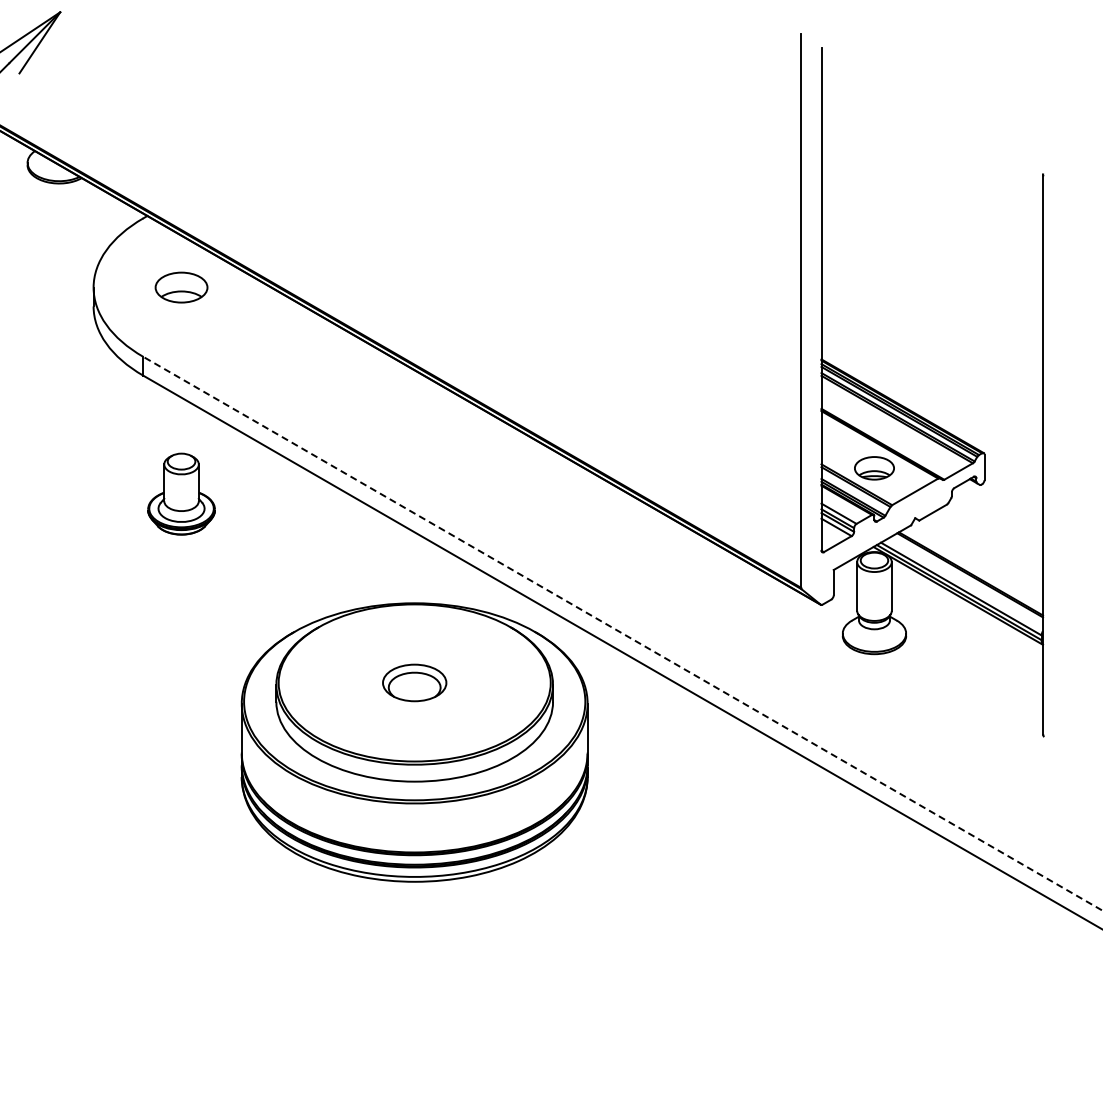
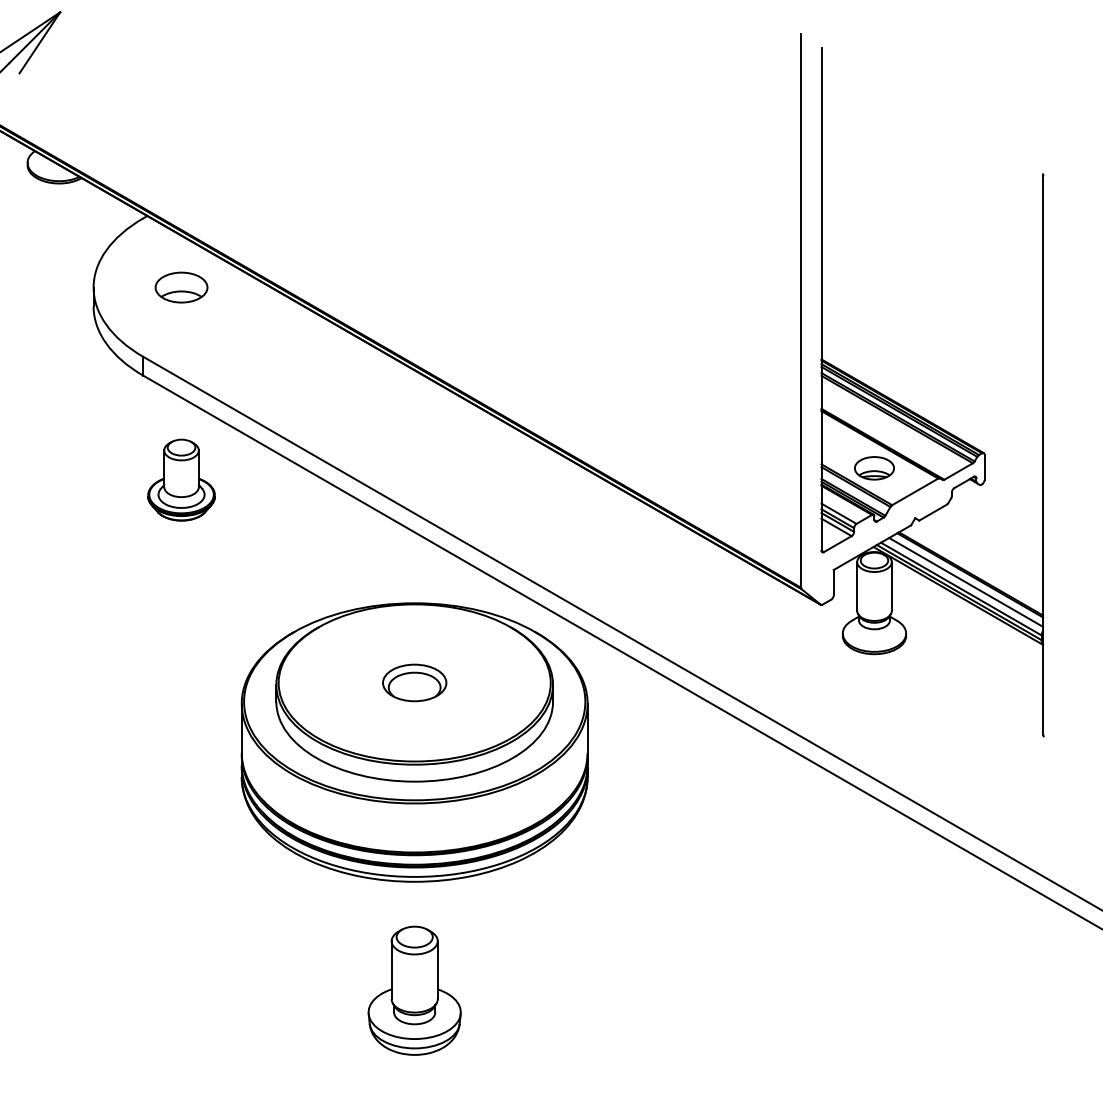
part at (181, 493) position: (181, 493) -> (181, 479)
line at (966, 582): none -> present
line at (622, 633): dashed -> solid
part at (414, 990): none -> present
